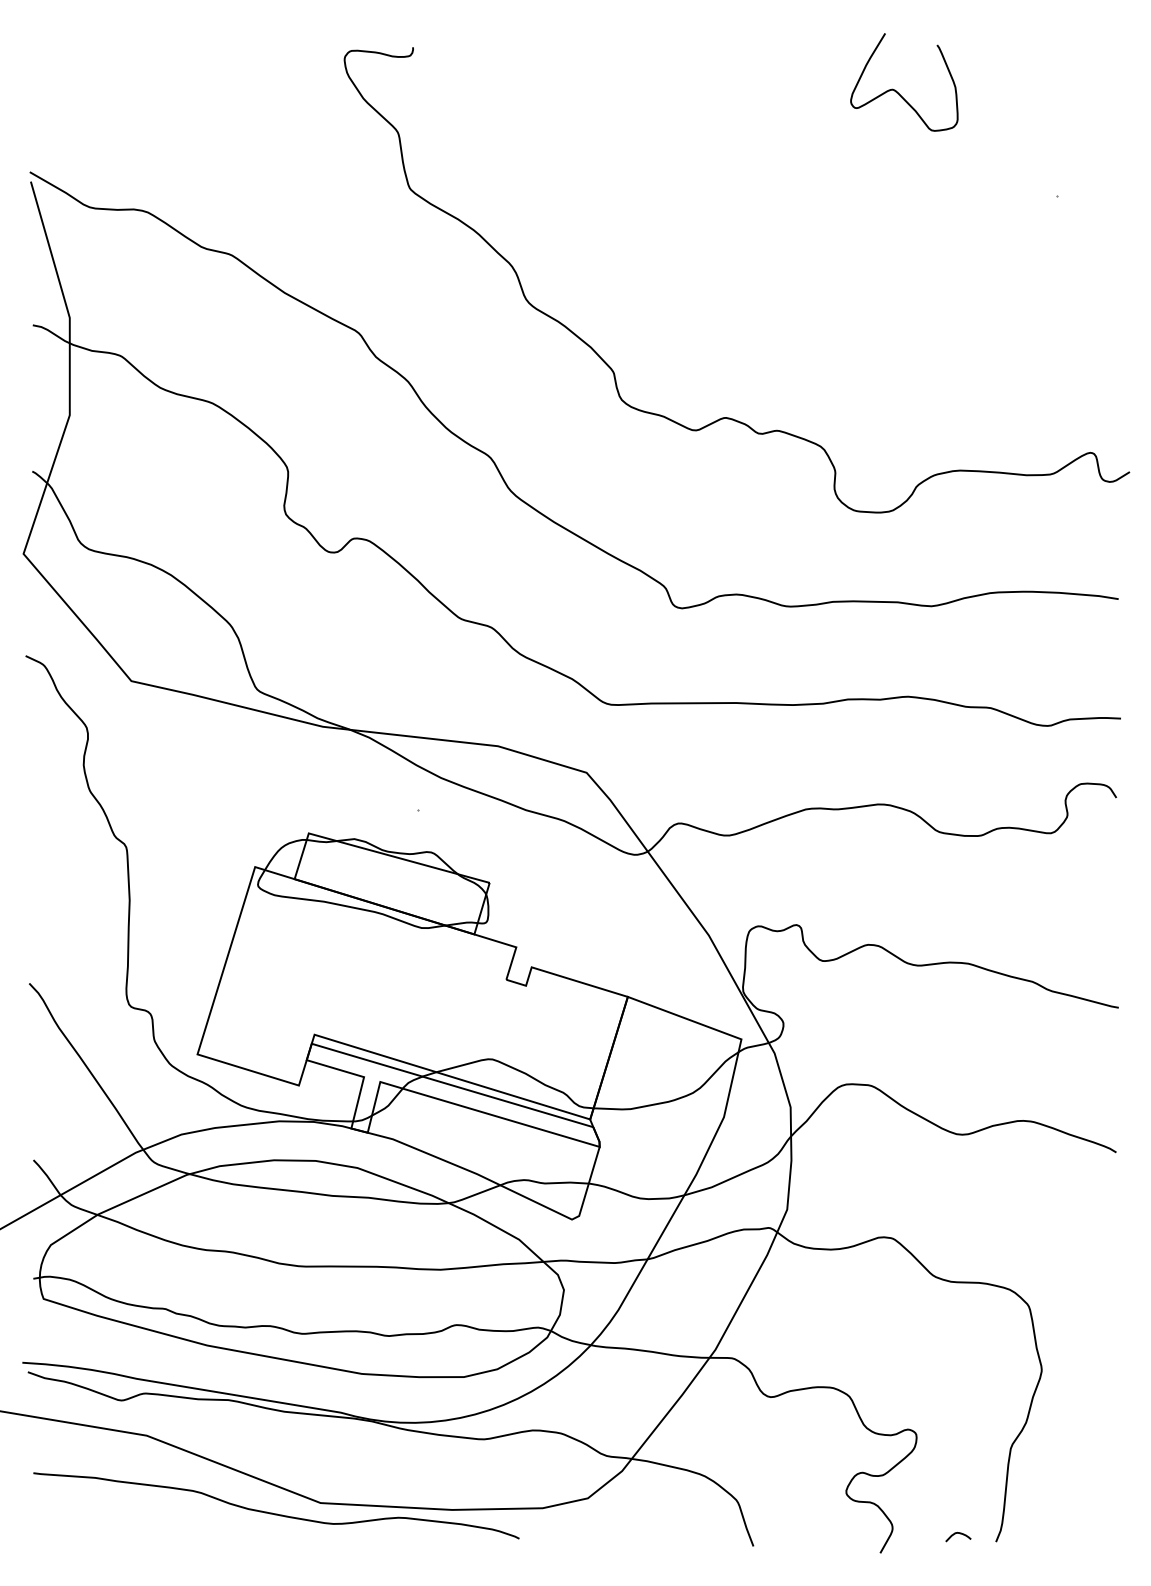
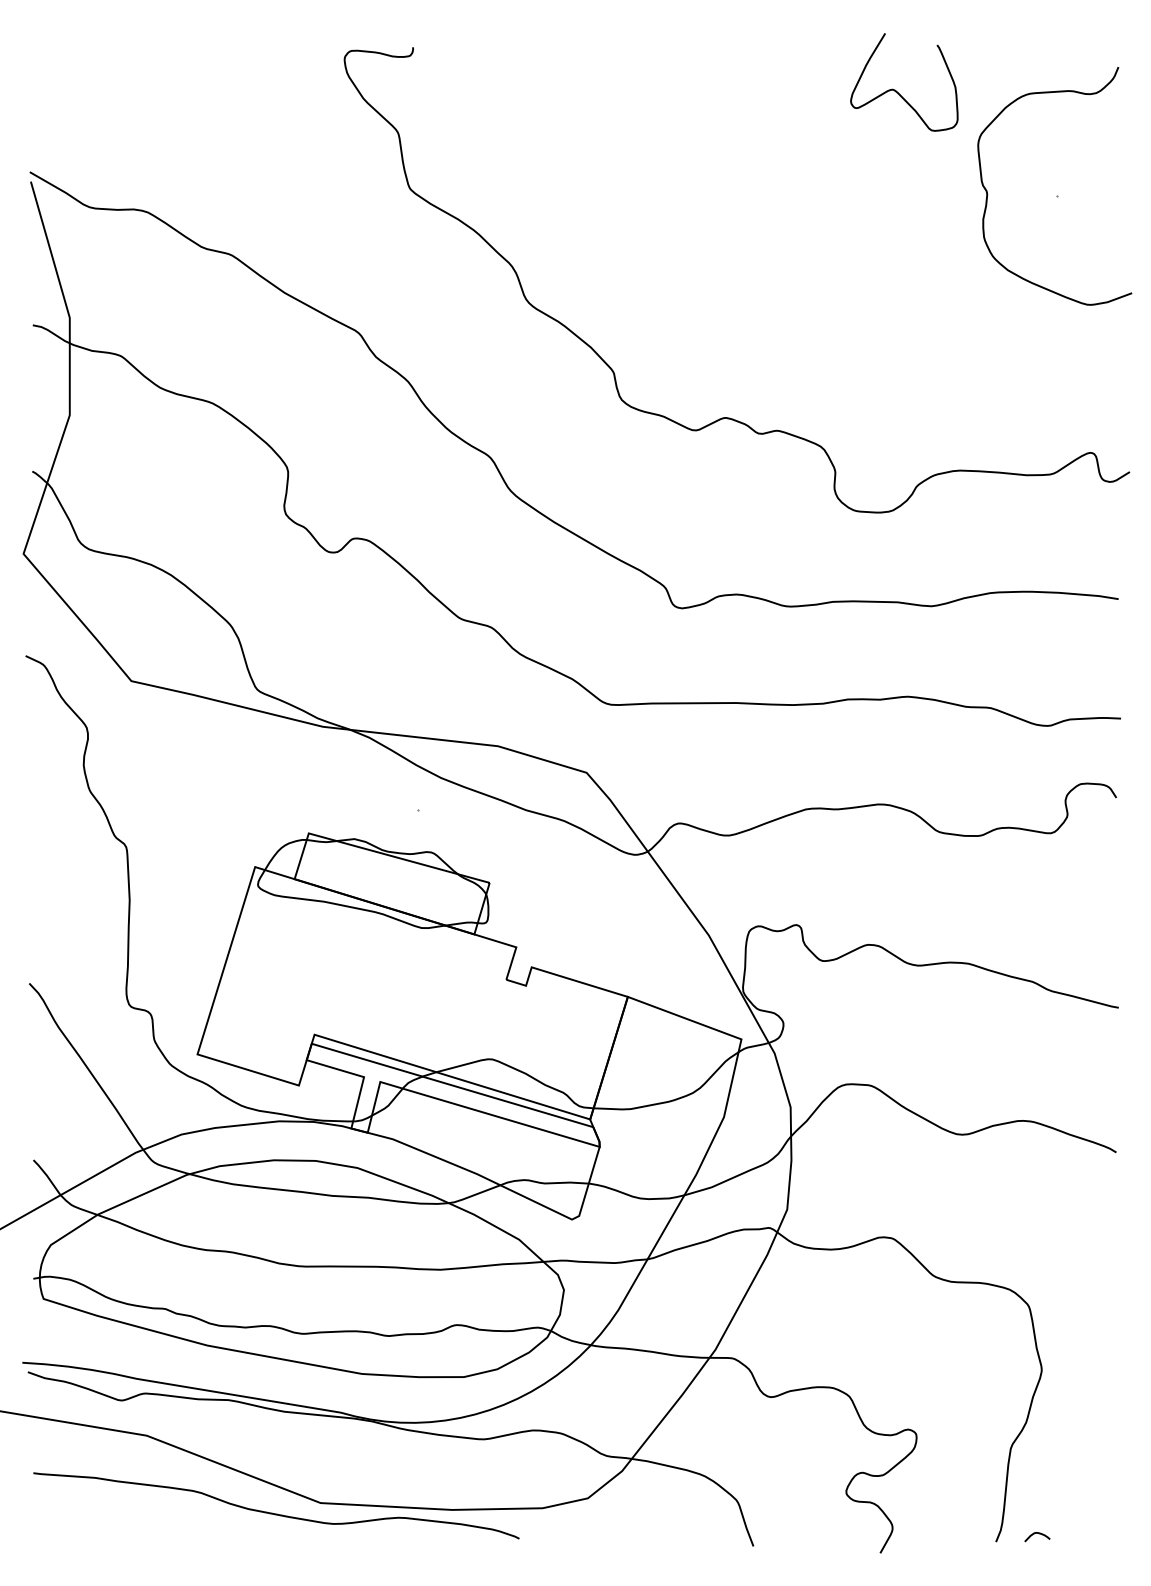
curve at (988, 194): none -> present
curve at (960, 1534) position: (960, 1534) -> (1039, 1534)
